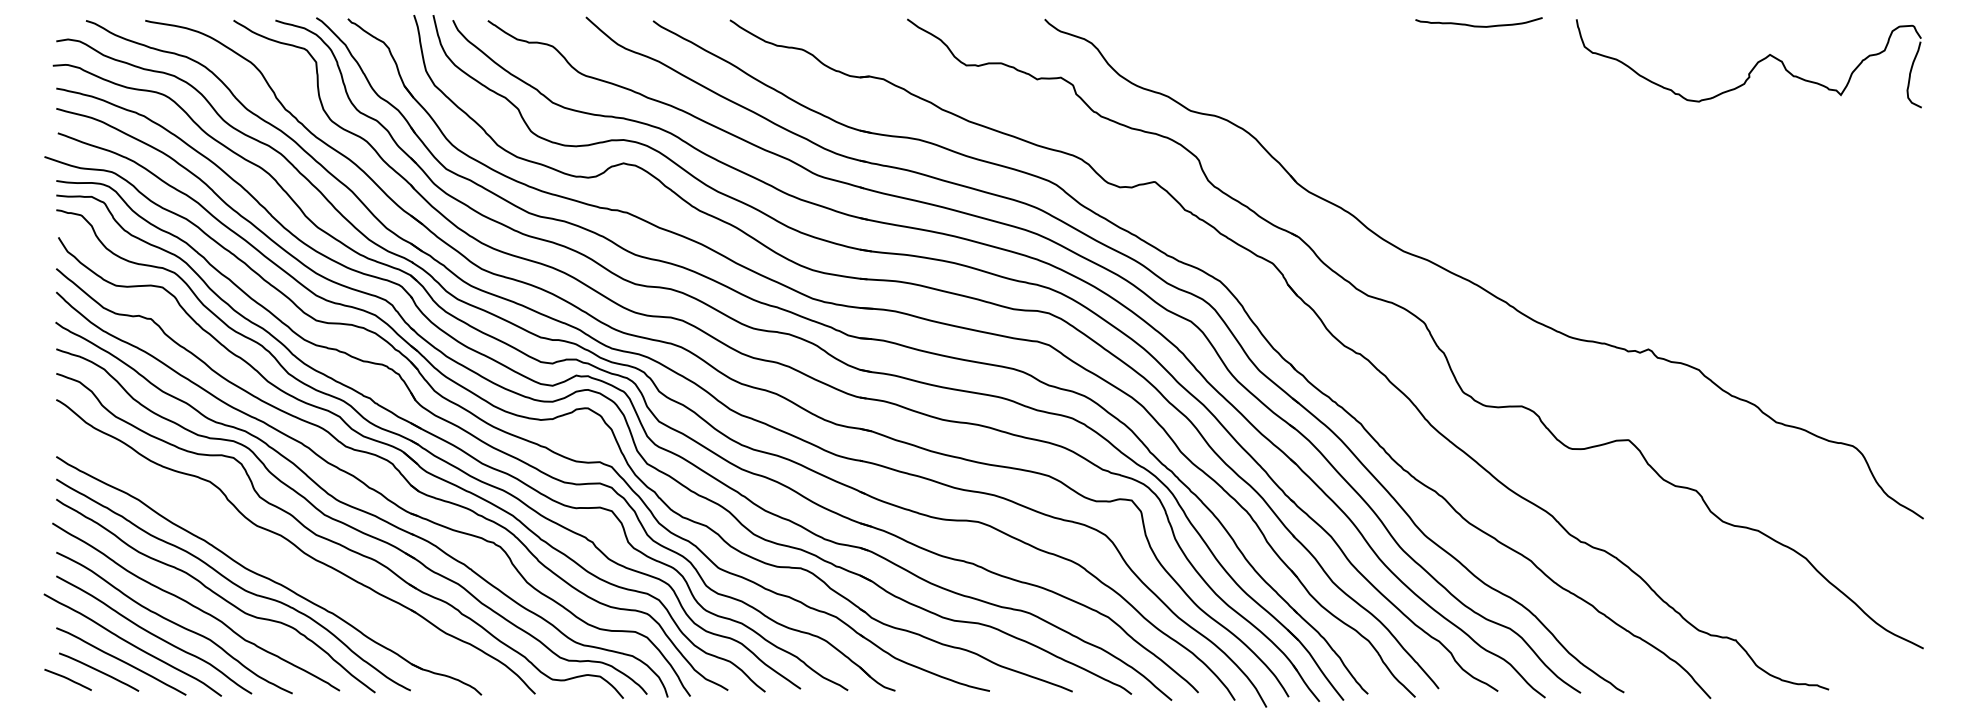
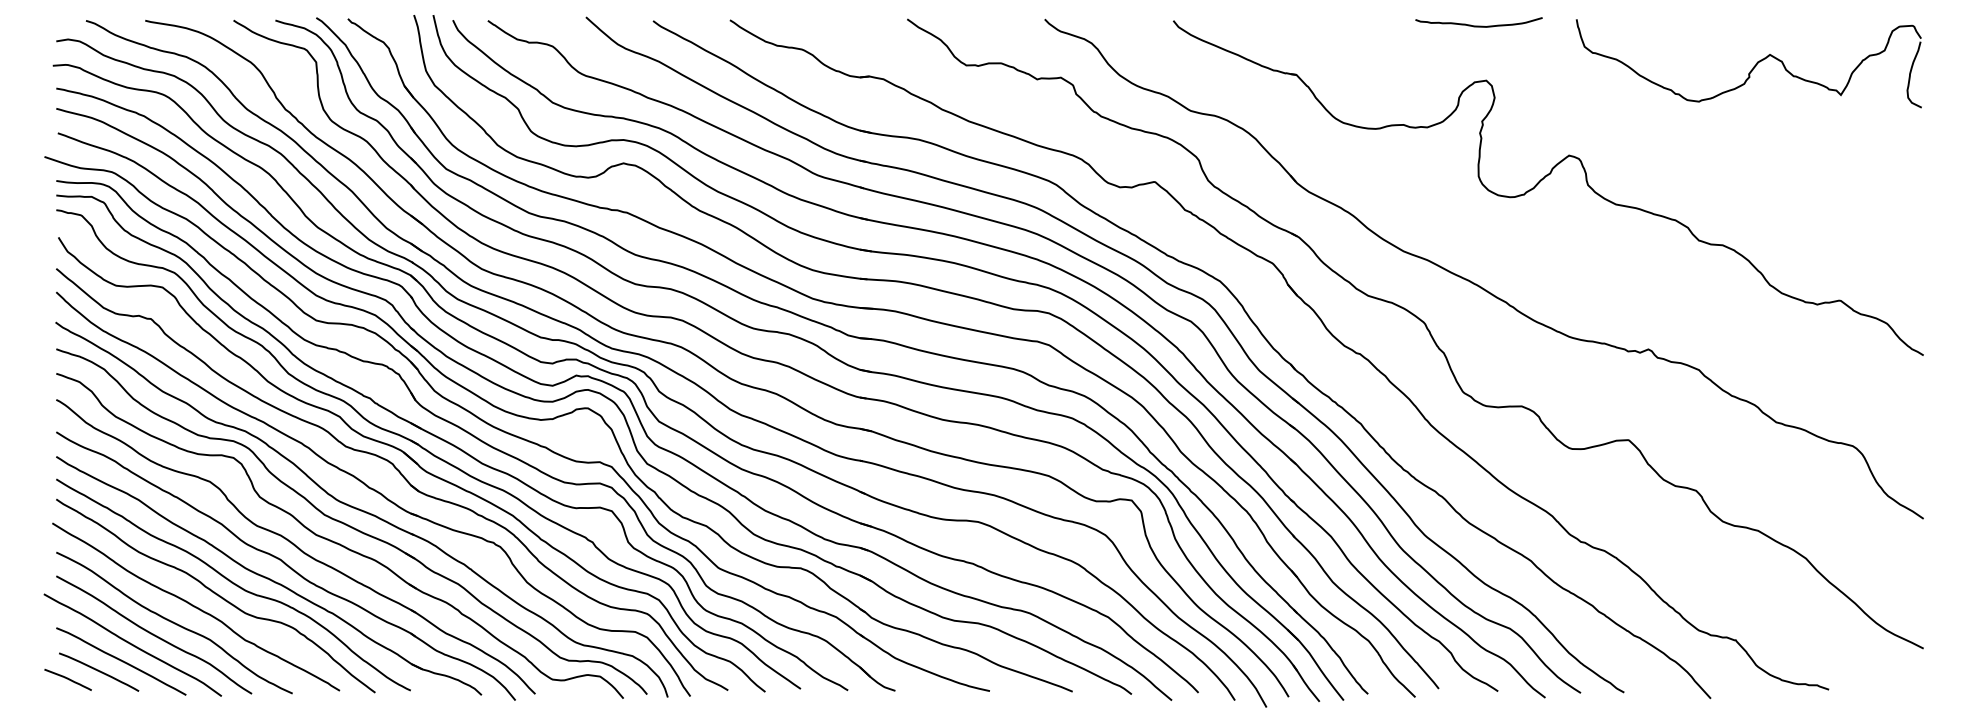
part at (1542, 180): none -> present
part at (285, 565): none -> present
